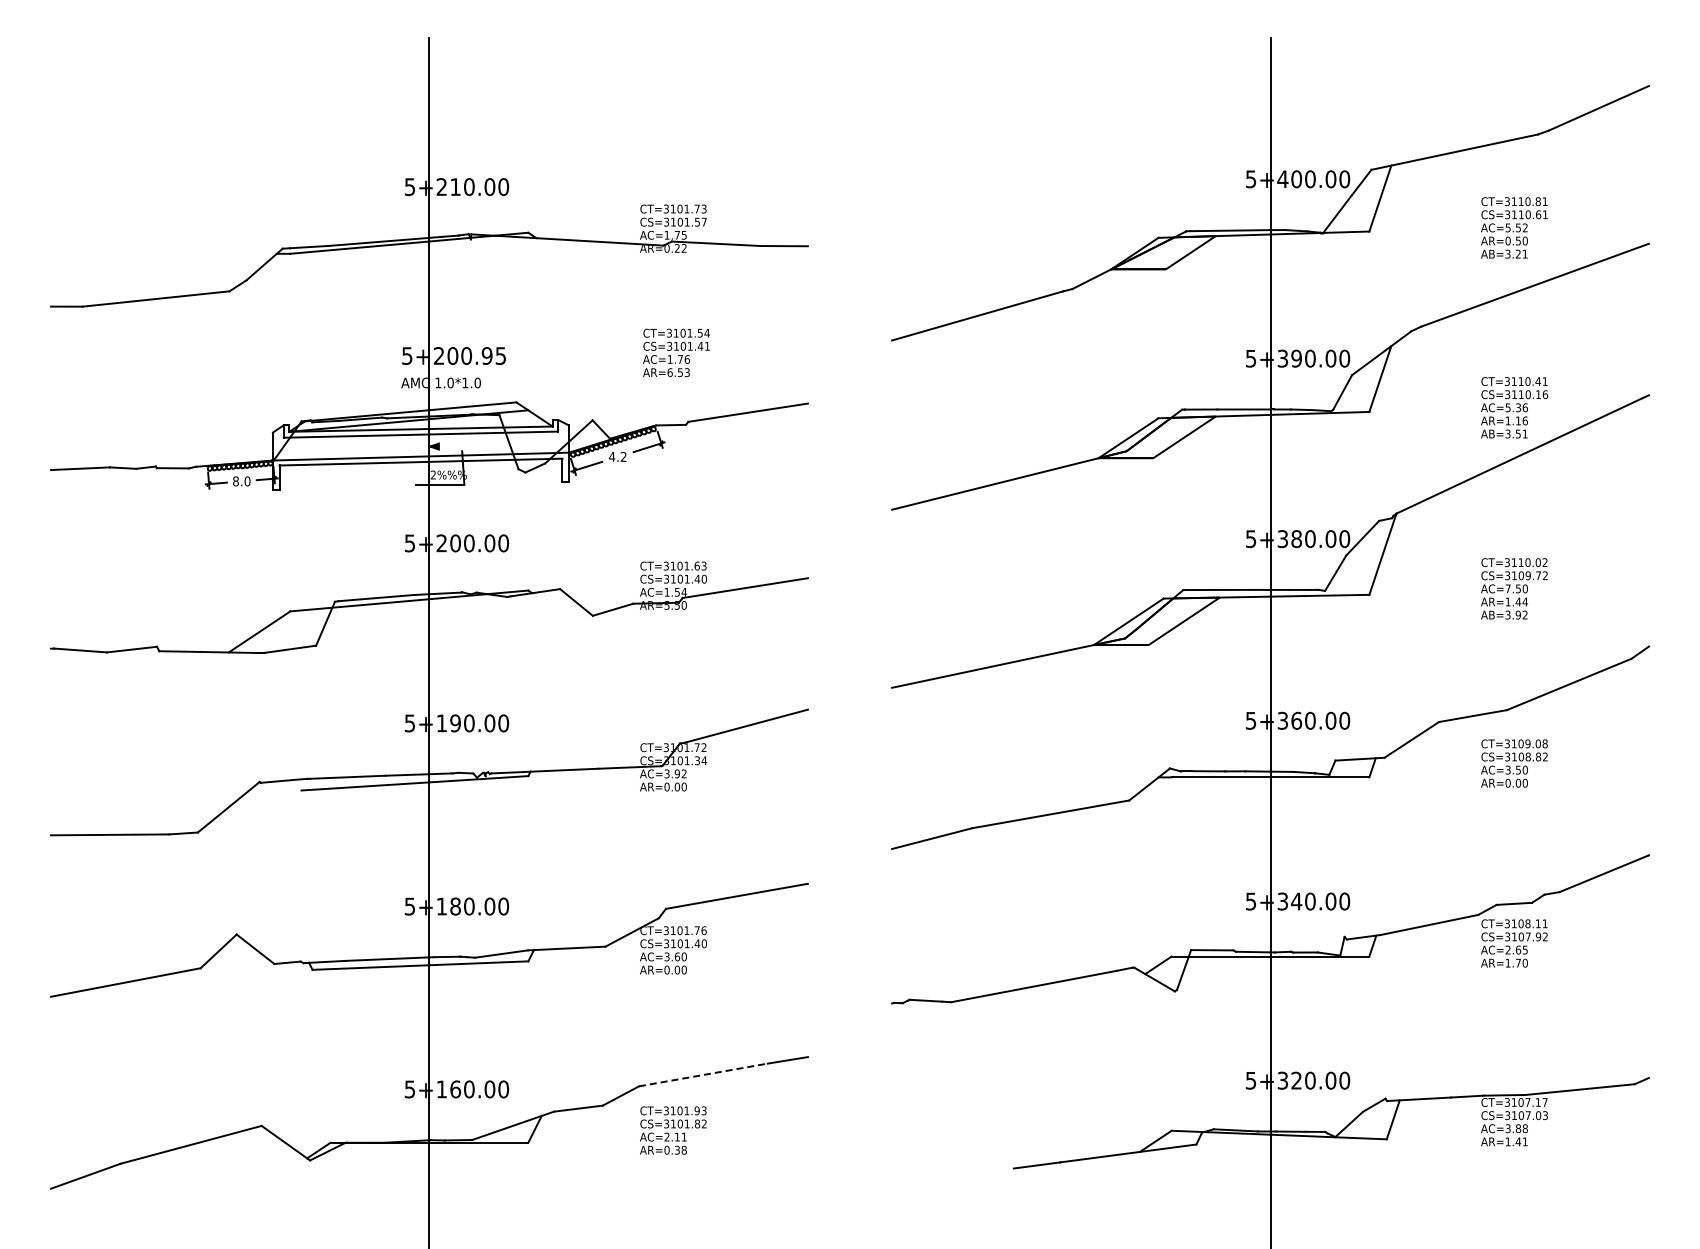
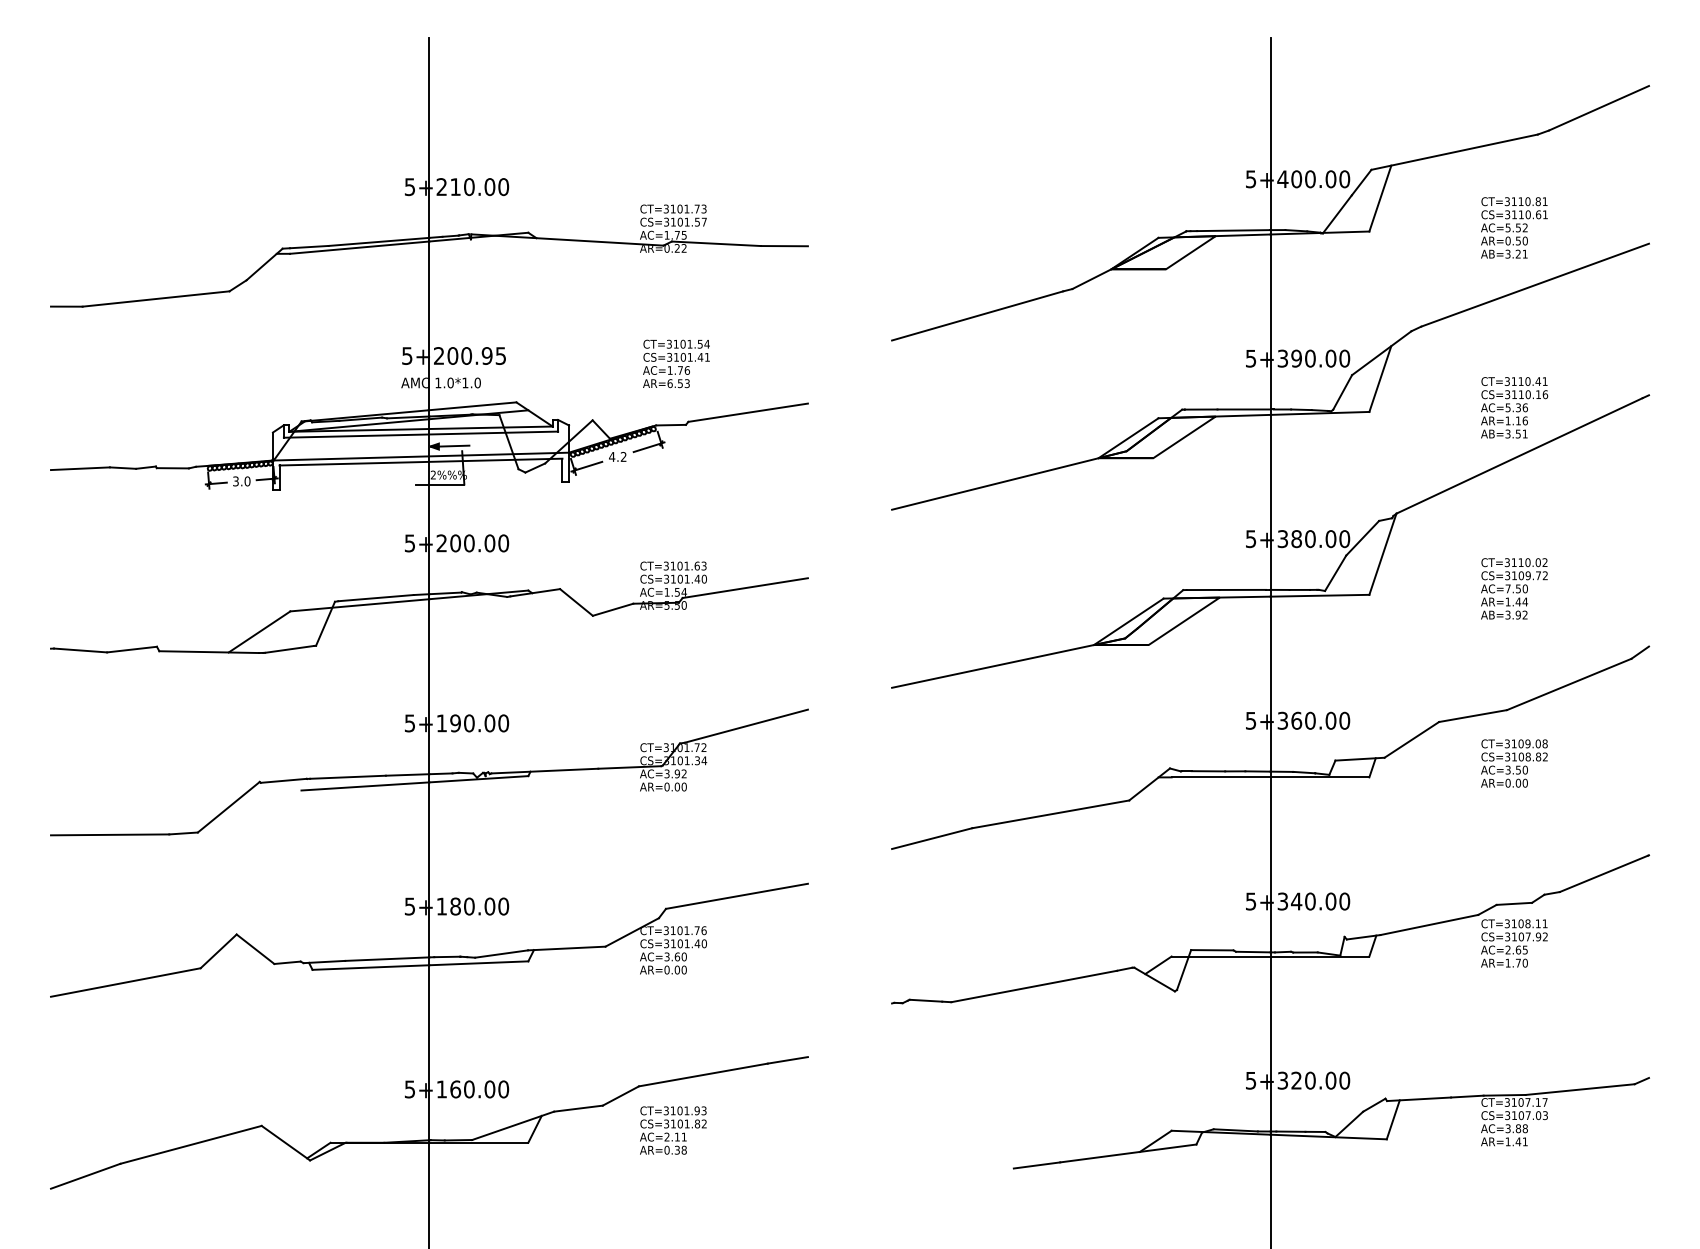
text at (676, 352) position: (676, 352) -> (676, 363)
line at (453, 445): none -> present
text at (235, 481): 8.0 -> 3.0
line at (703, 1074): dashed -> solid
